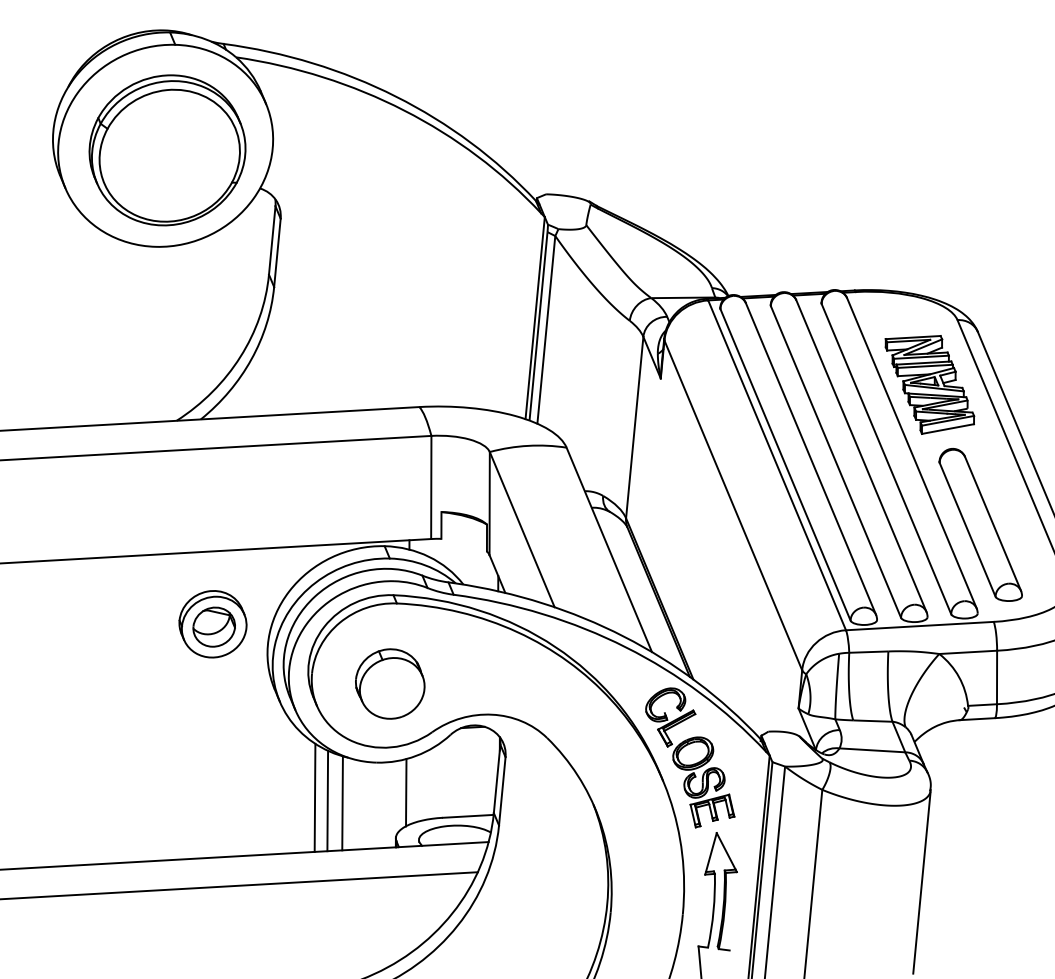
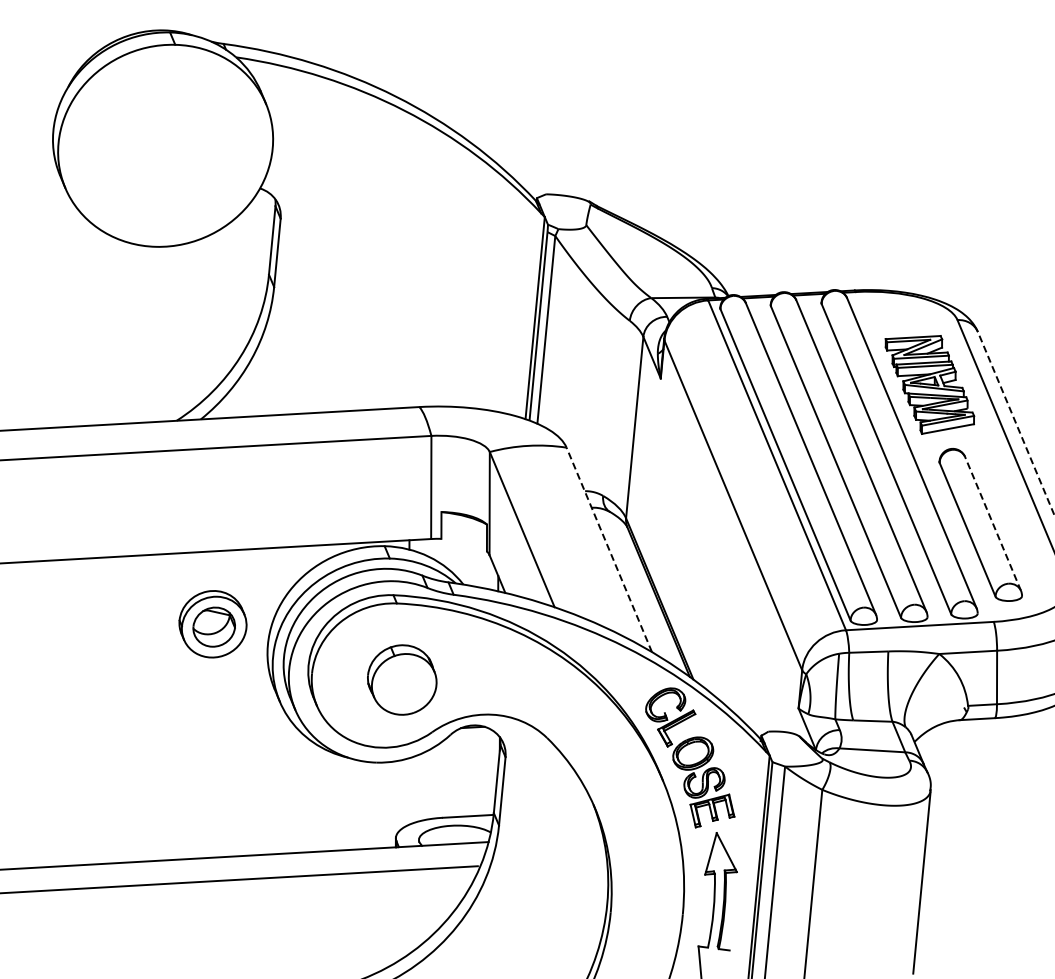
part at (167, 150): present -> none
line at (1016, 423): solid -> dashed
line at (993, 523): solid -> dashed
line at (609, 549): solid -> dashed
part at (390, 683) position: (390, 683) -> (402, 679)
line at (406, 792): present -> none
line at (314, 797): present -> none
line at (327, 800): present -> none
line at (342, 803): present -> none
line at (239, 885) position: (239, 885) -> (239, 879)
